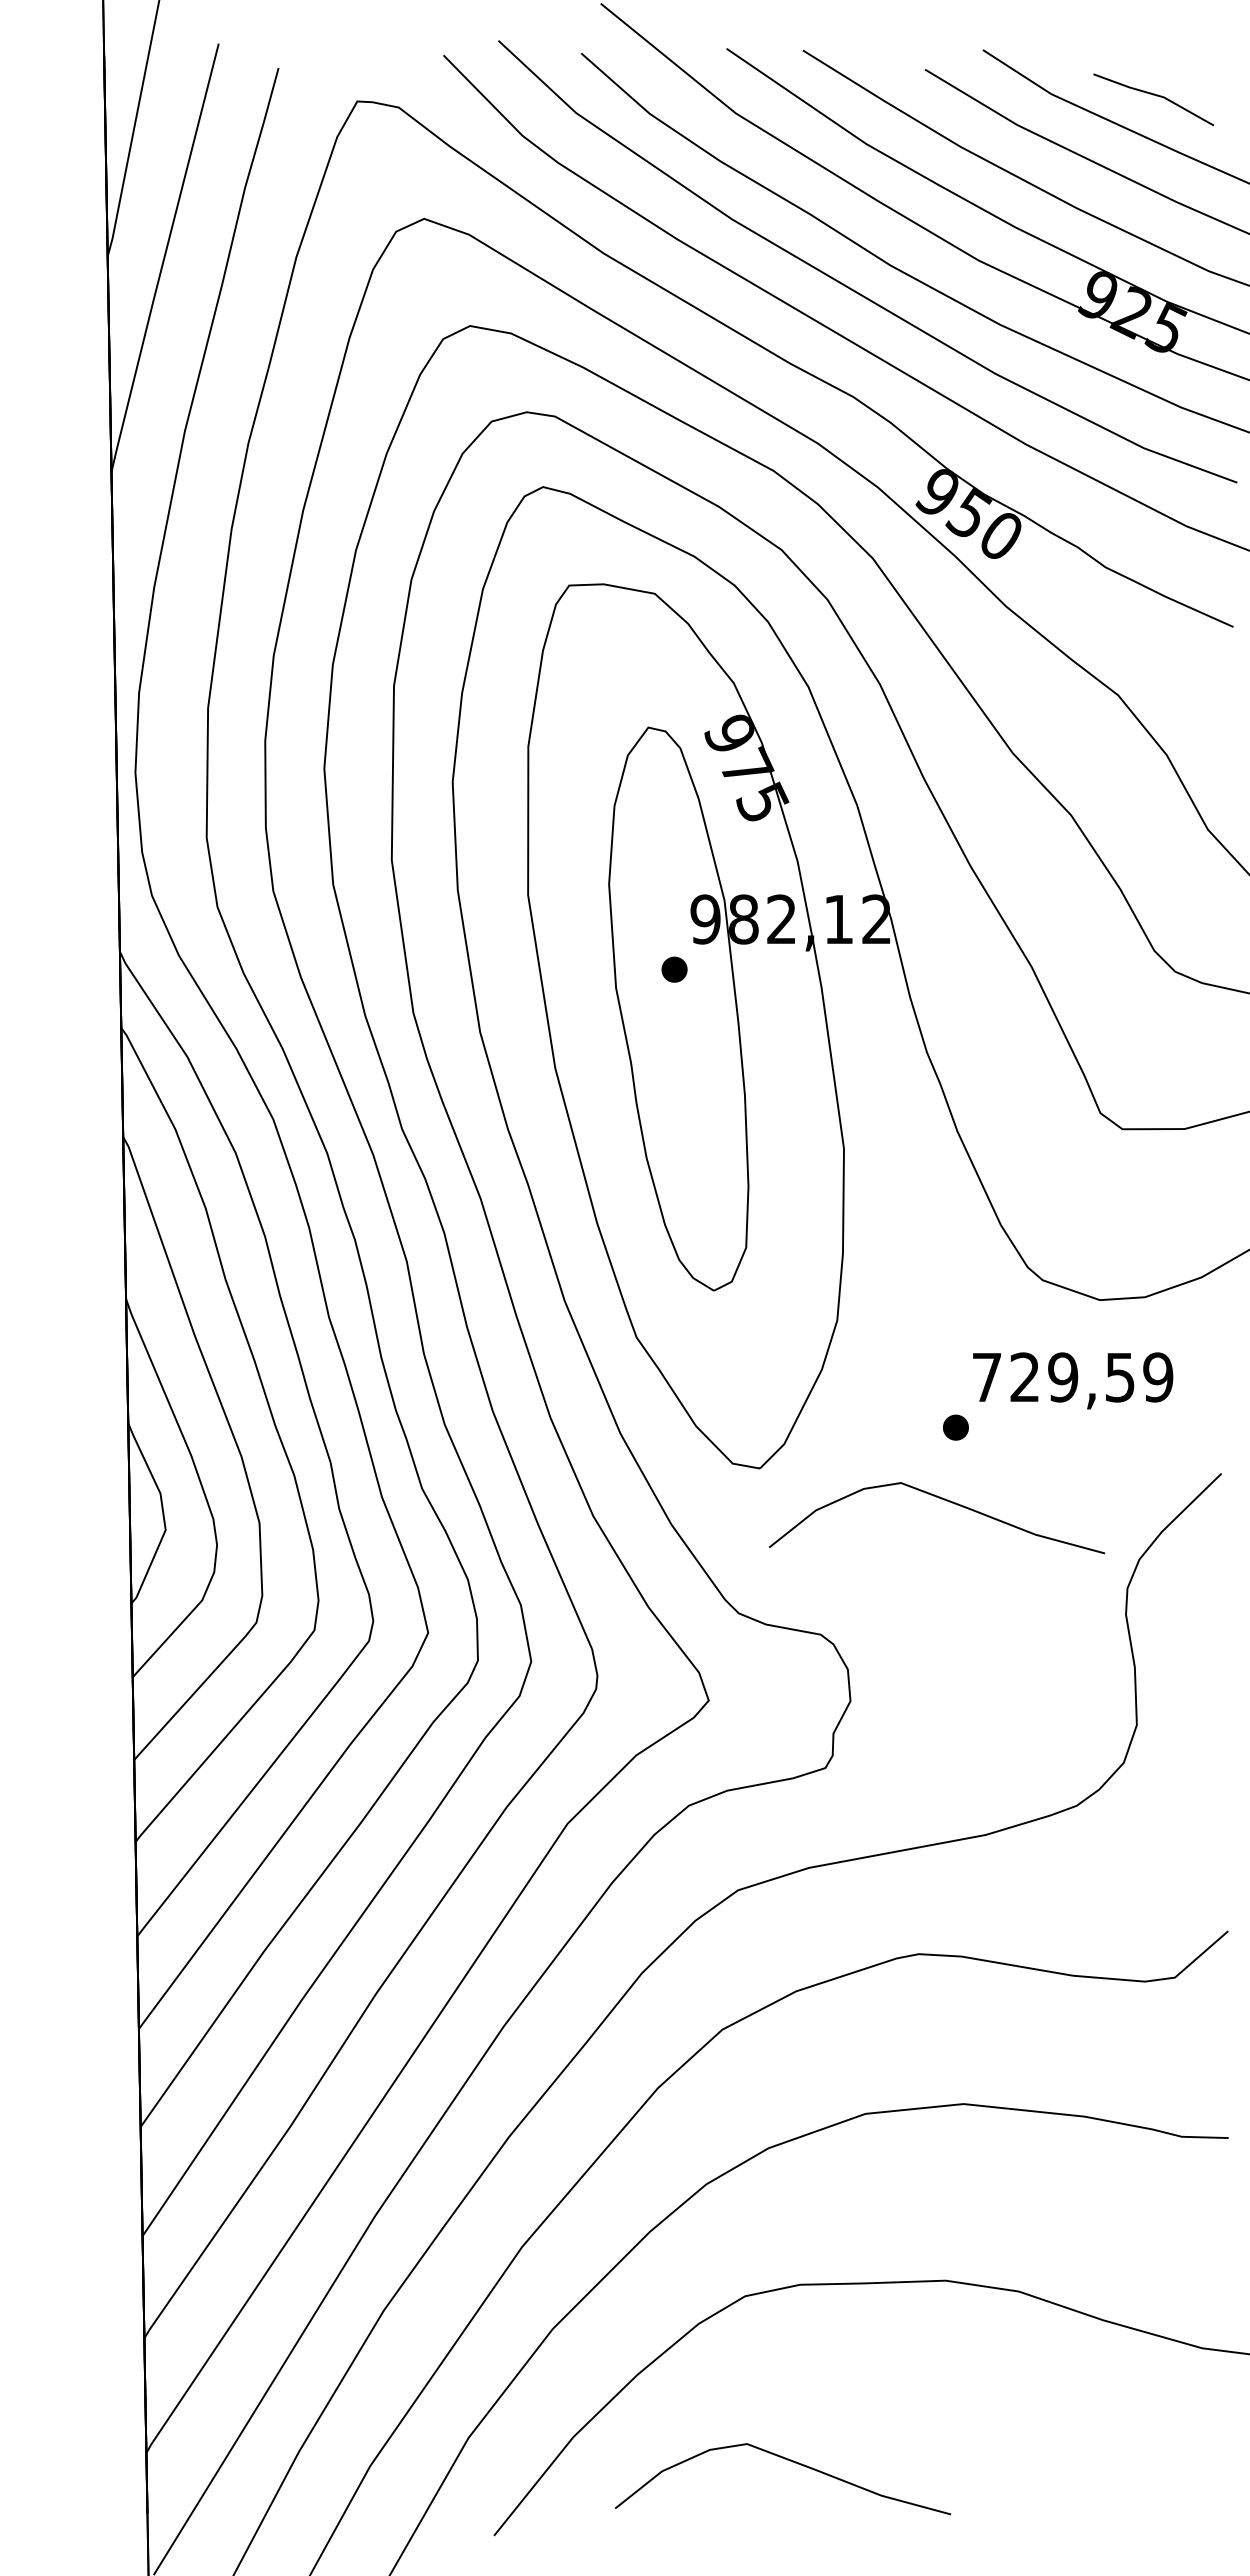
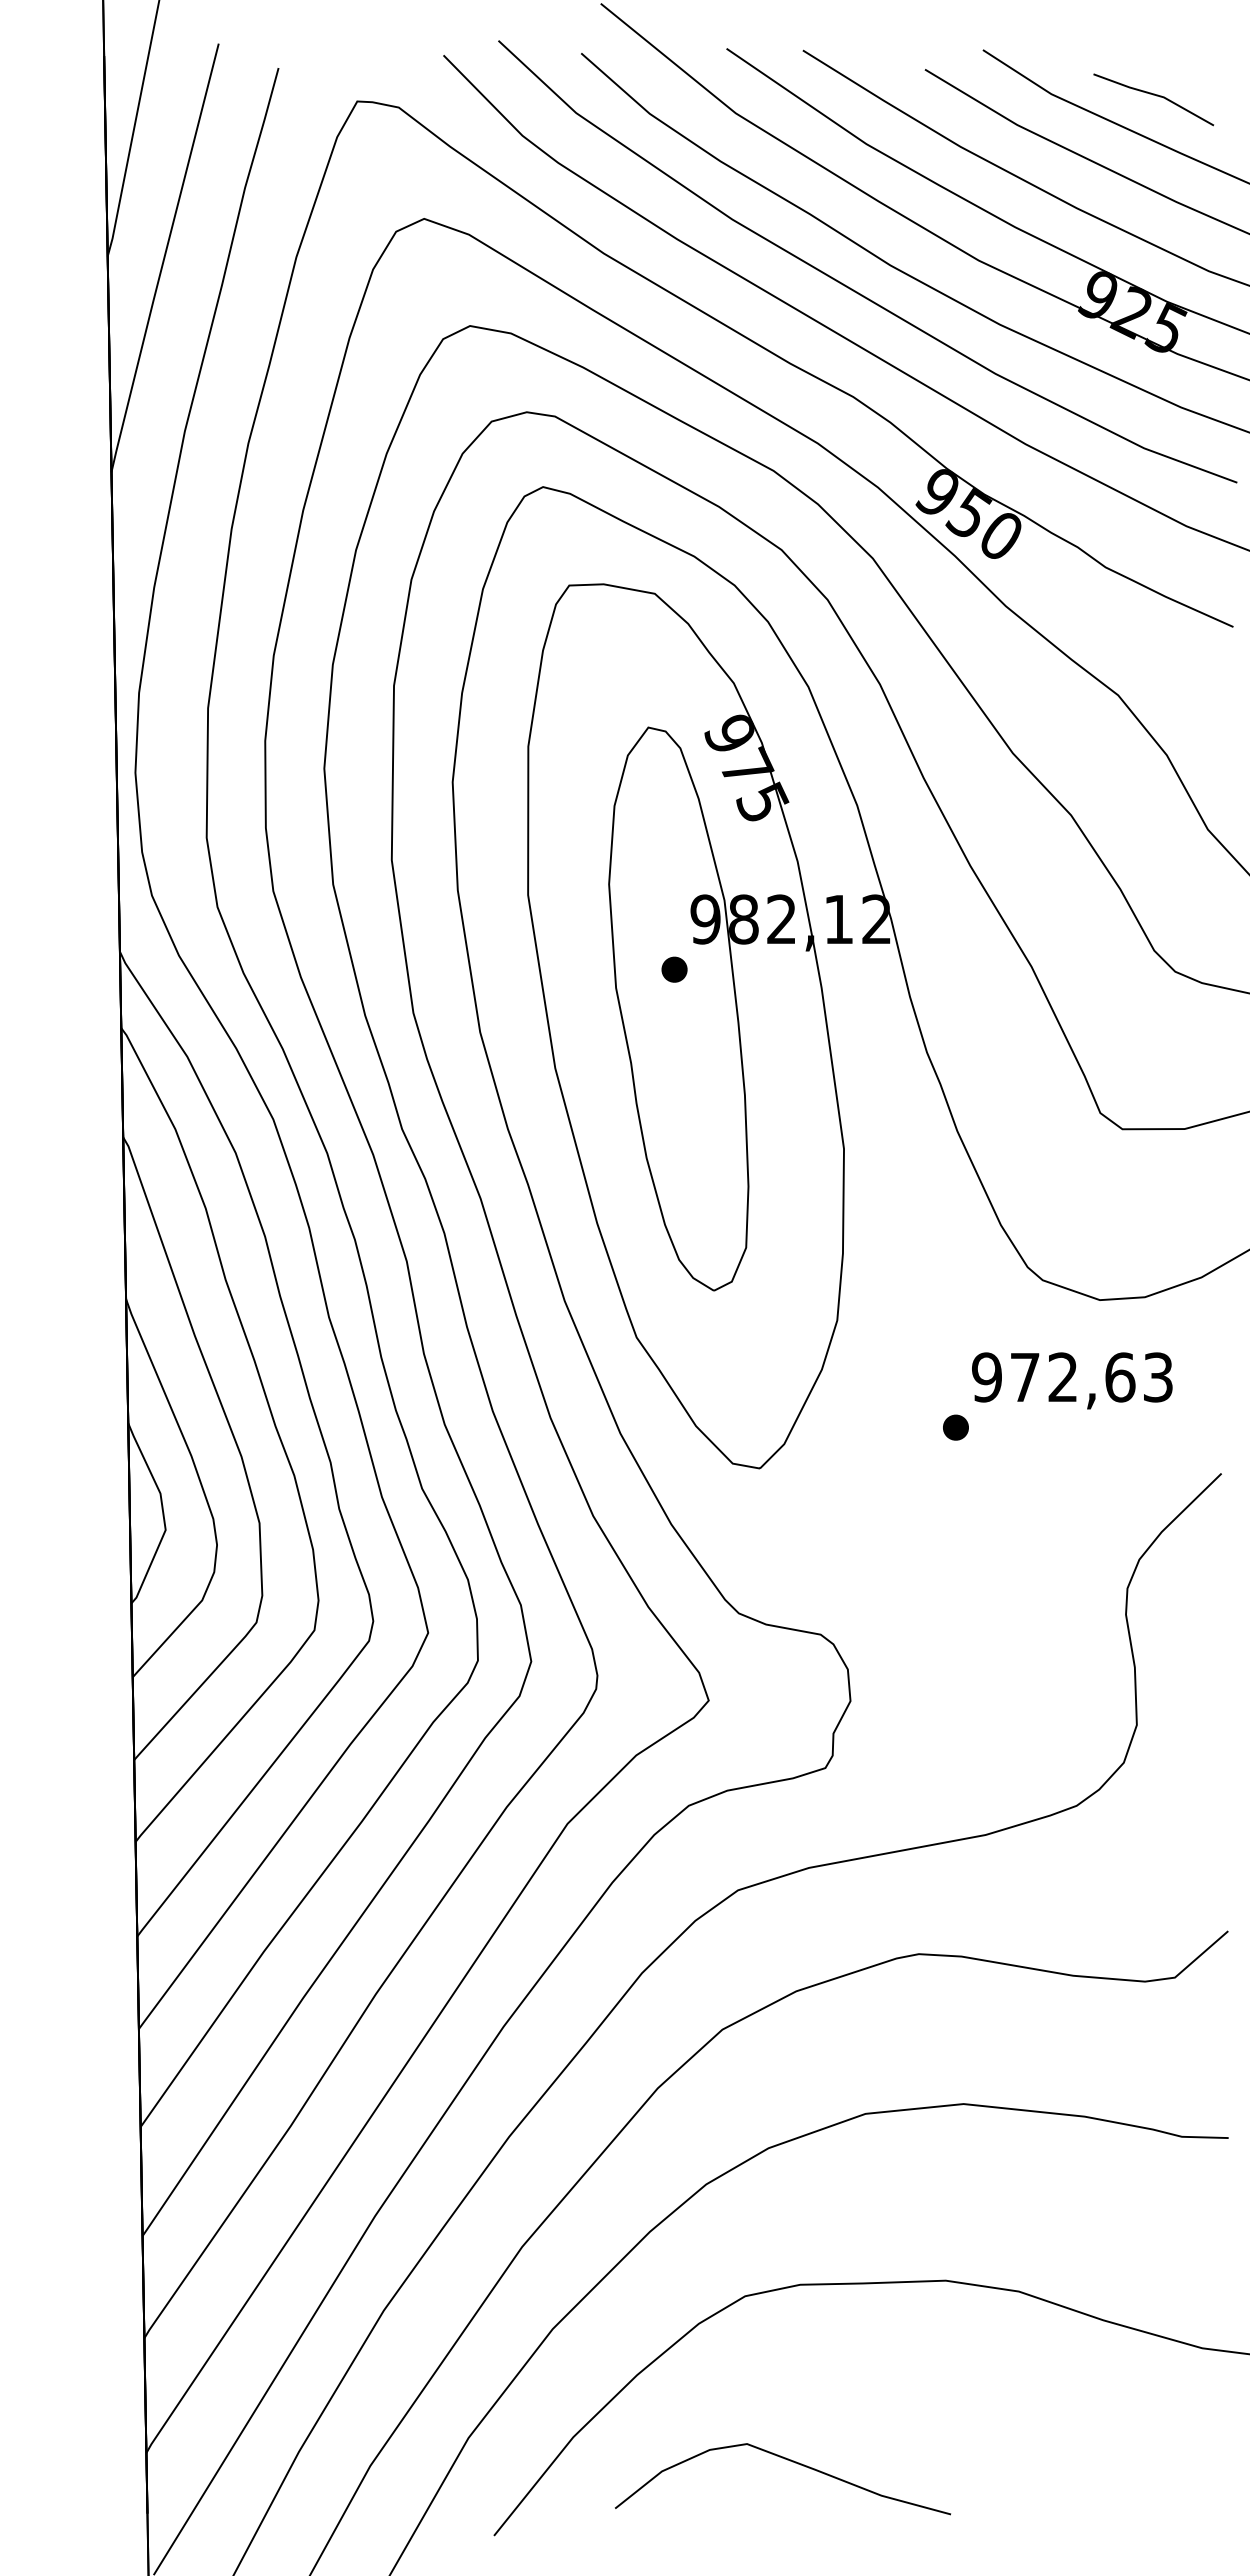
text at (1072, 1377): 729,59 -> 972,63
curve at (941, 1499): present -> none
